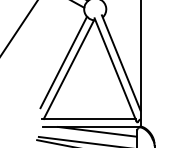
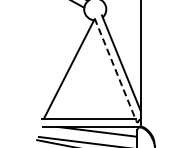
line at (19, 27): present -> none
line at (63, 62): present -> none
line at (115, 70): solid -> dashed
